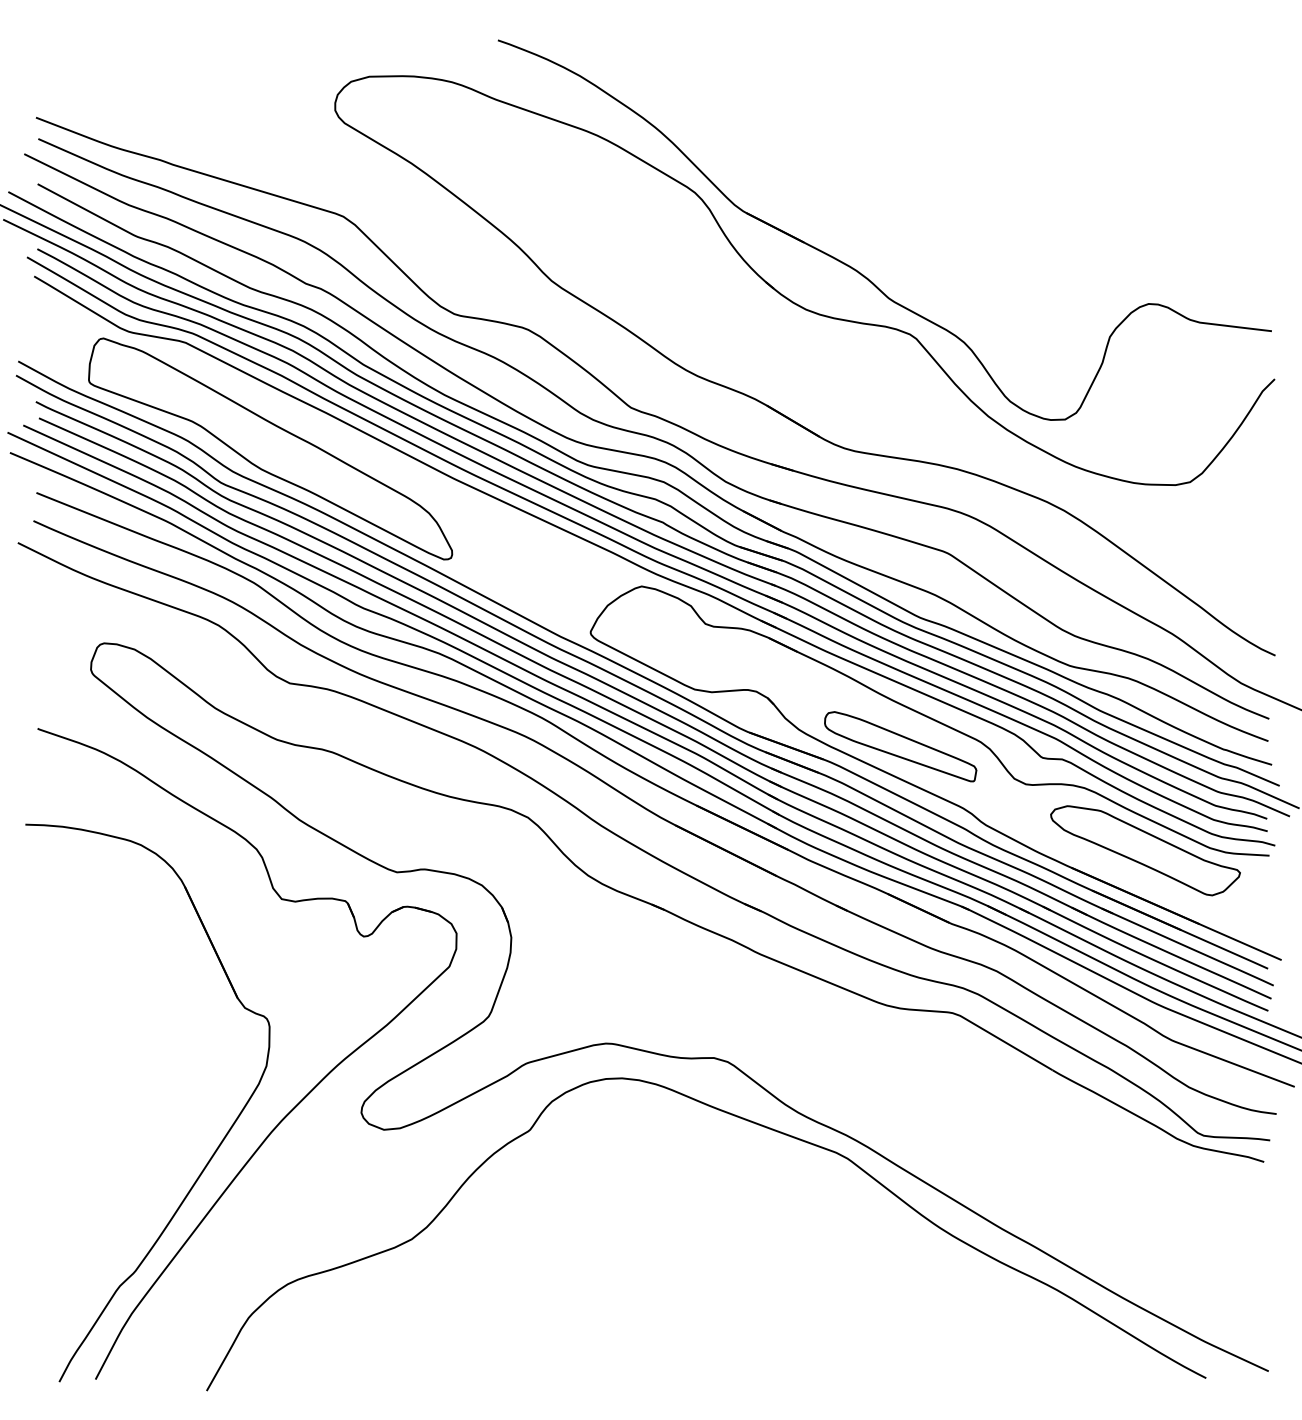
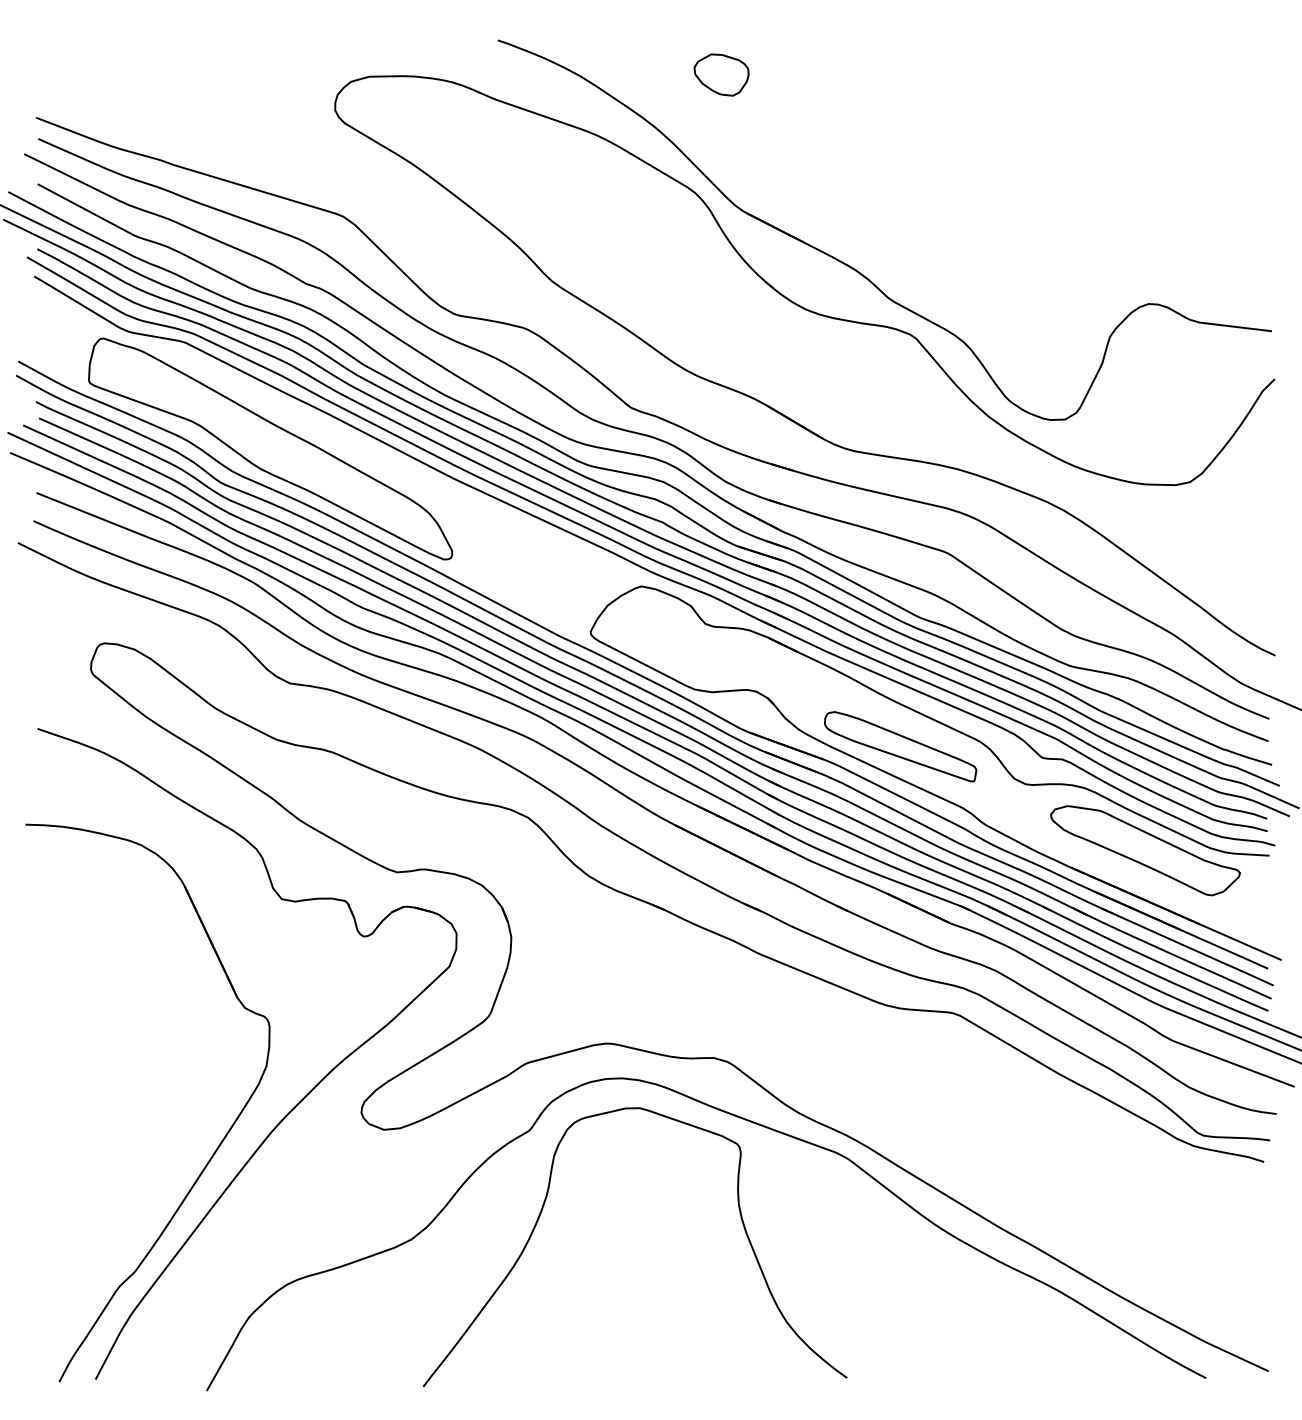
part at (721, 74): none -> present
curve at (542, 1211): none -> present
